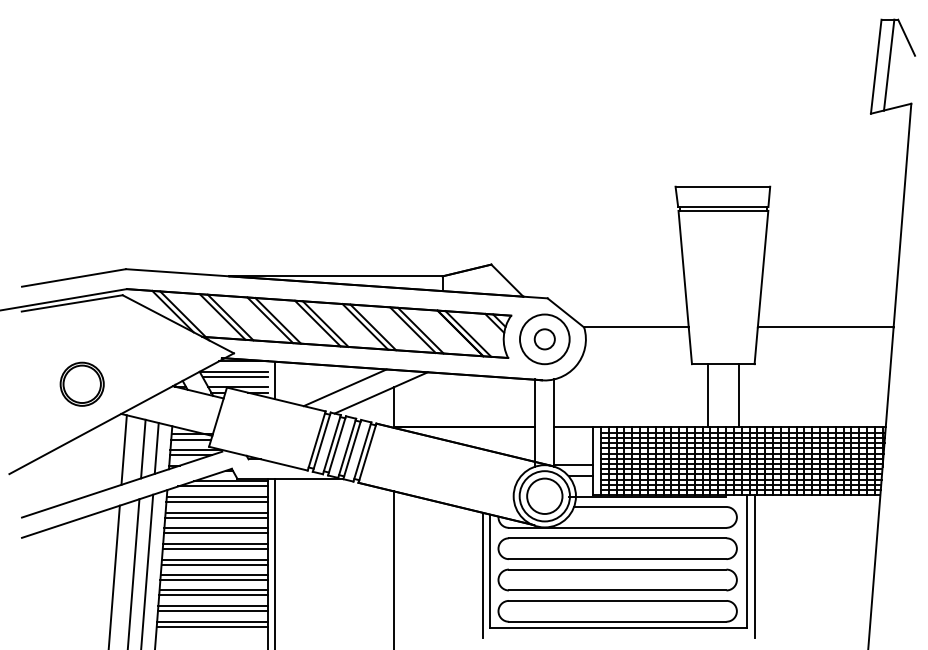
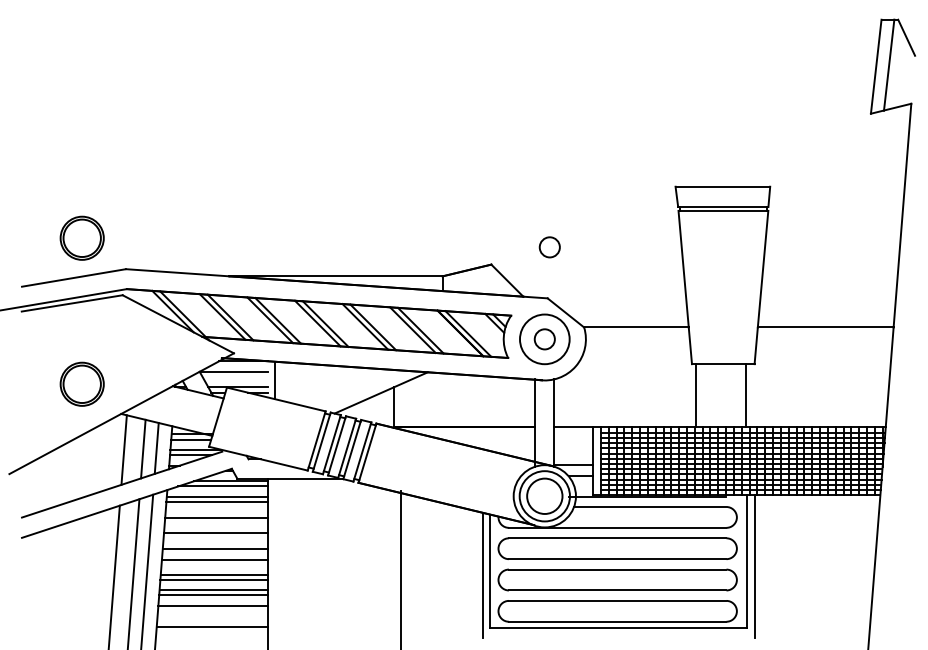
part at (81, 237): none -> present
circle at (549, 247): none -> present
line at (235, 376): present -> none
line at (344, 387): present -> none
line at (707, 395) position: (707, 395) -> (695, 395)
line at (738, 395) position: (738, 395) -> (745, 395)
line at (216, 512): present -> none
line at (216, 528): present -> none
line at (215, 543): present -> none
line at (274, 562): present -> none
line at (214, 564): present -> none
line at (393, 568) position: (393, 568) -> (400, 568)
line at (212, 611): present -> none
line at (212, 621): present -> none
